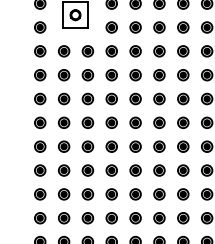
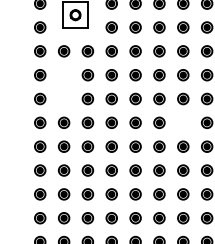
part at (63, 75): present -> none
part at (64, 98): present -> none
part at (183, 122): present -> none
